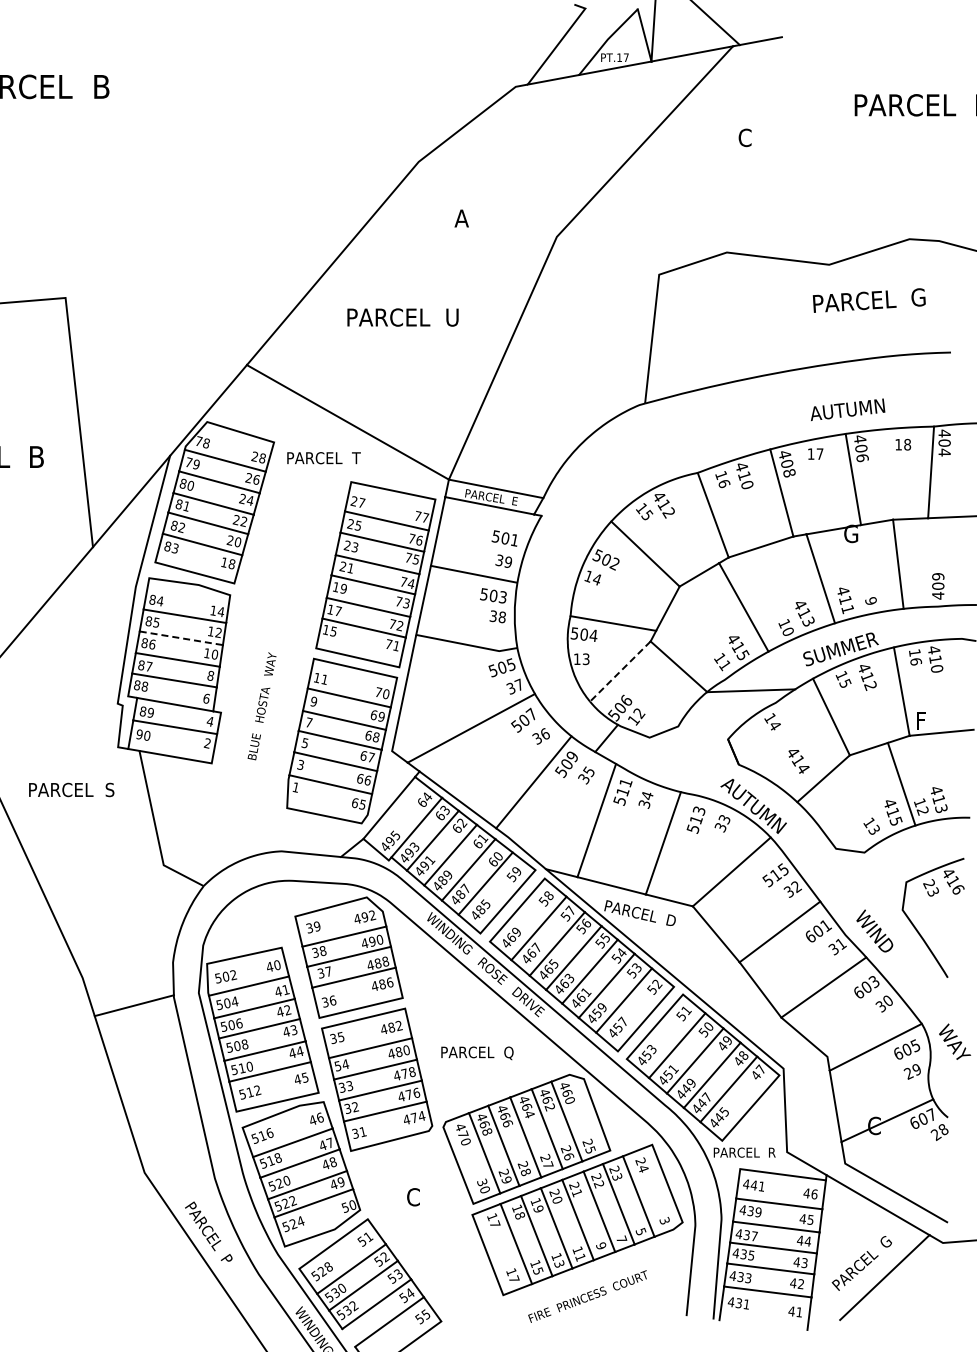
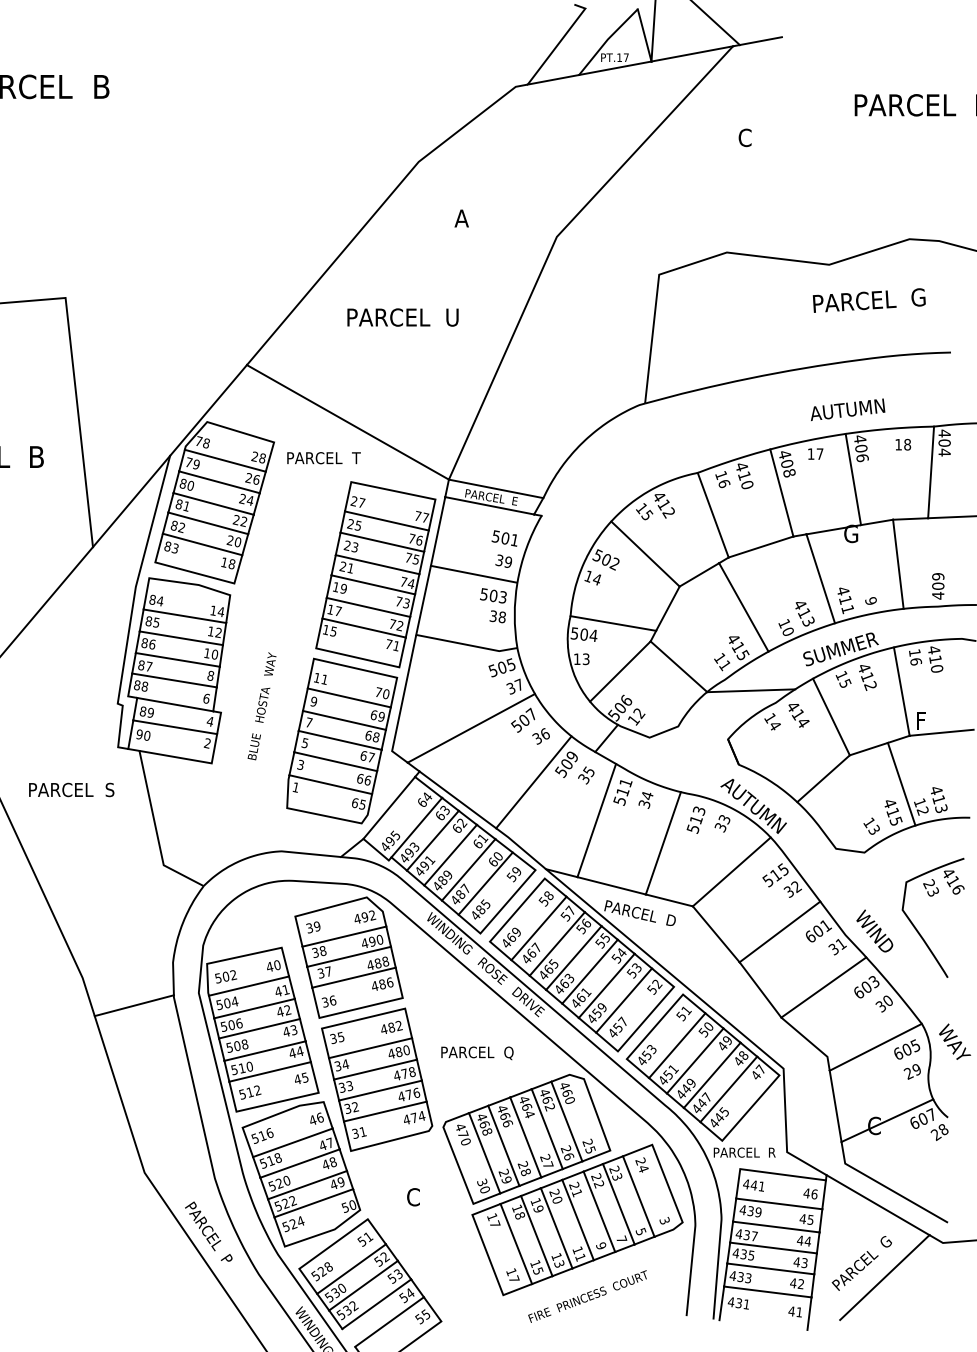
line at (181, 638): dashed -> solid
line at (620, 671): dashed -> solid
text at (798, 761) position: (798, 761) -> (798, 715)
text at (338, 1065): 54 -> 34
